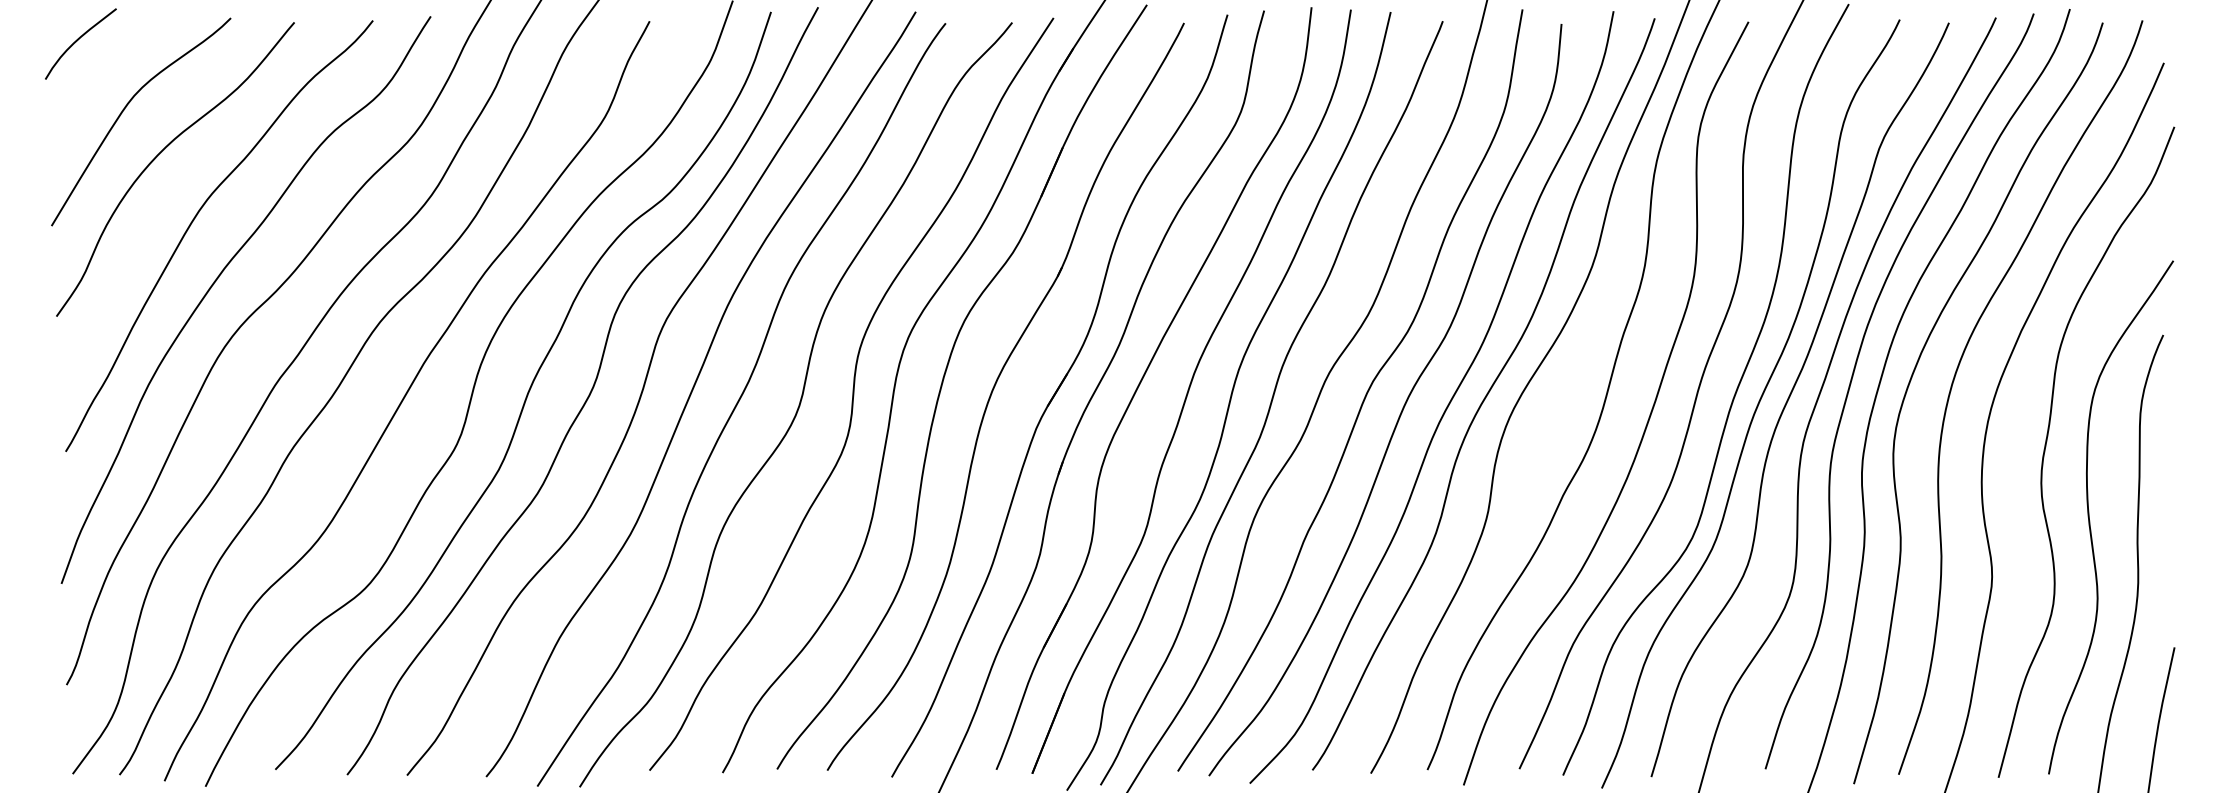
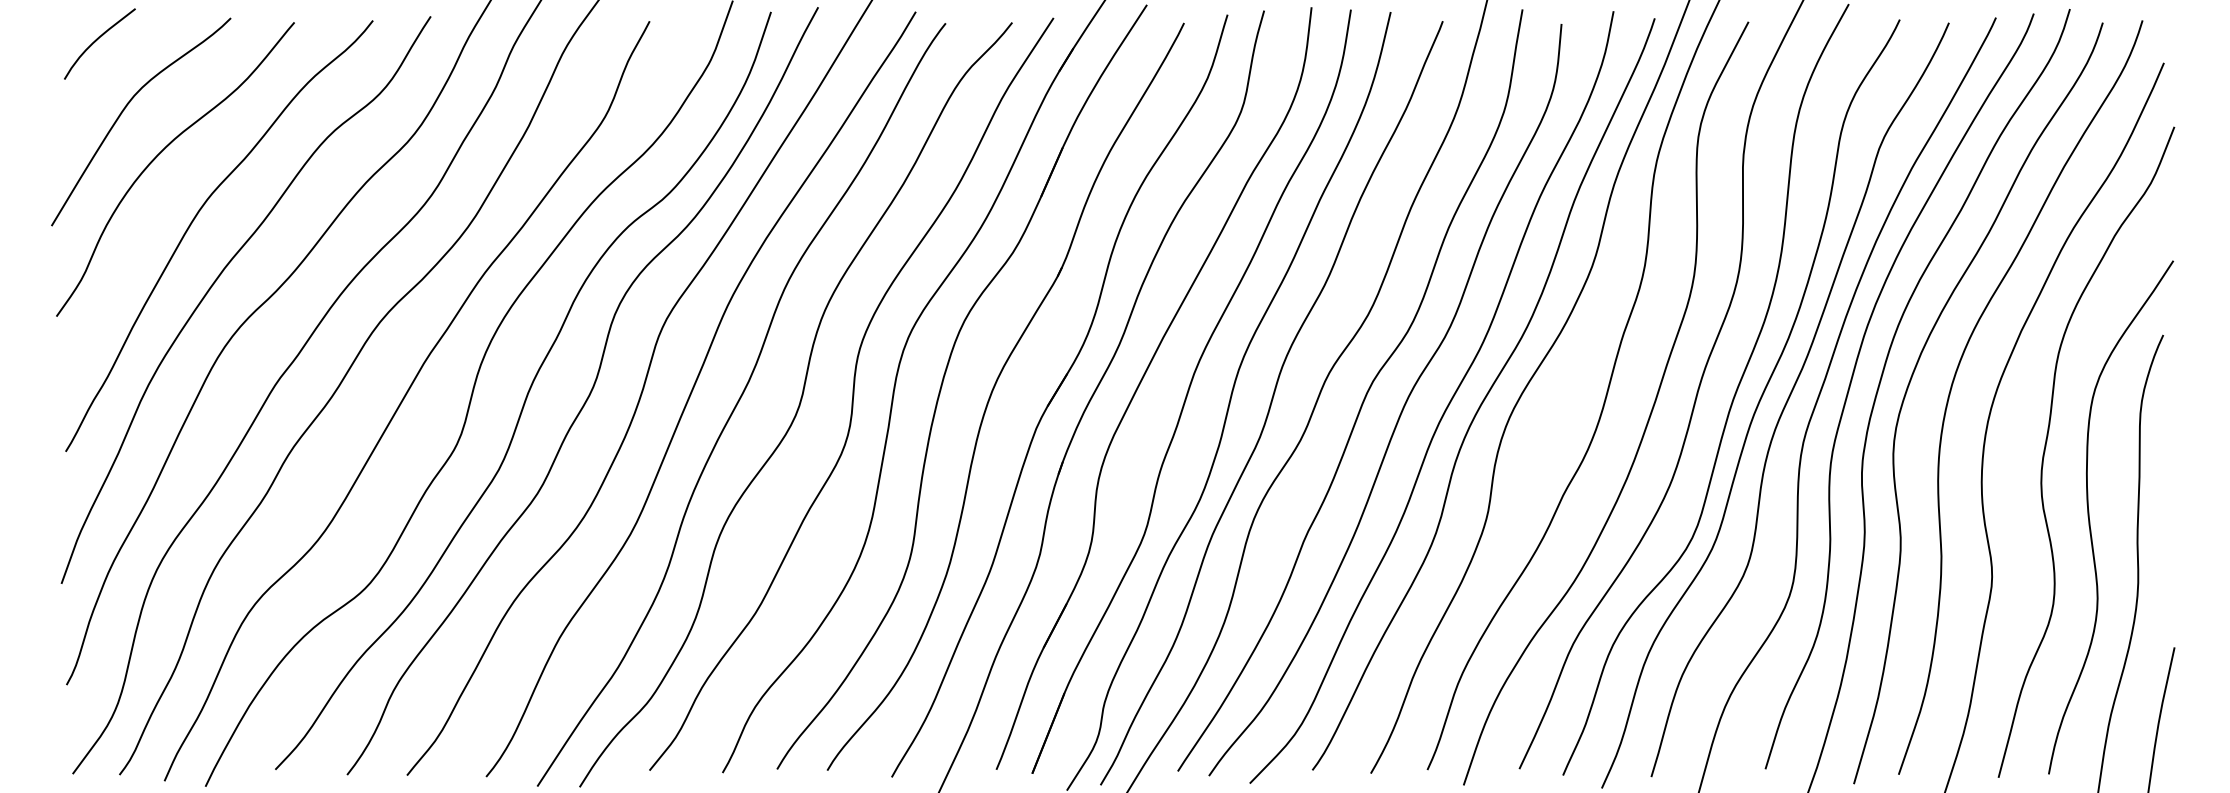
curve at (78, 40) position: (78, 40) -> (97, 40)
